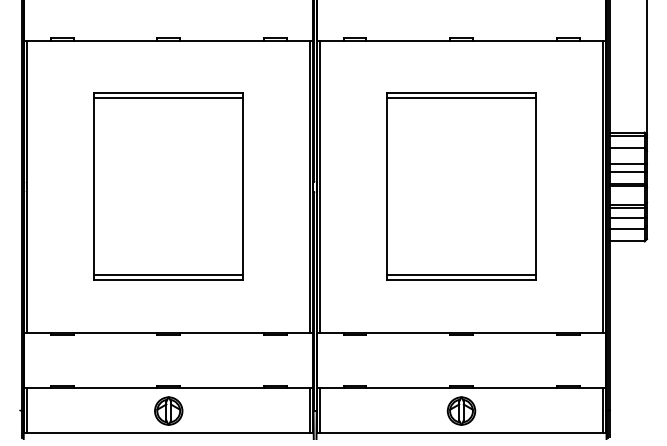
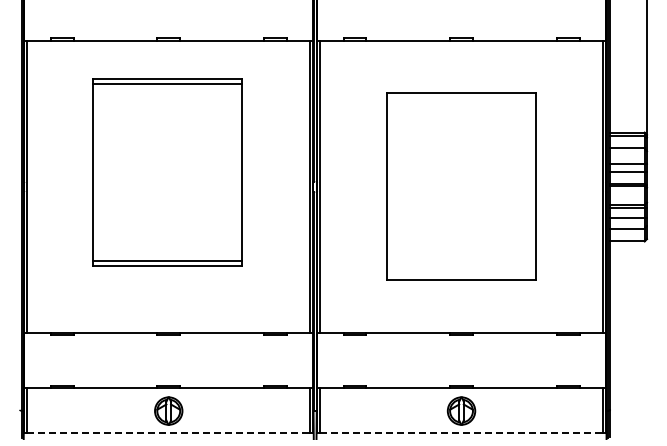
line at (461, 97): present -> none
part at (168, 186) position: (168, 186) -> (167, 172)
line at (461, 275): present -> none
line at (169, 432): solid -> dashed
line at (462, 432): solid -> dashed
